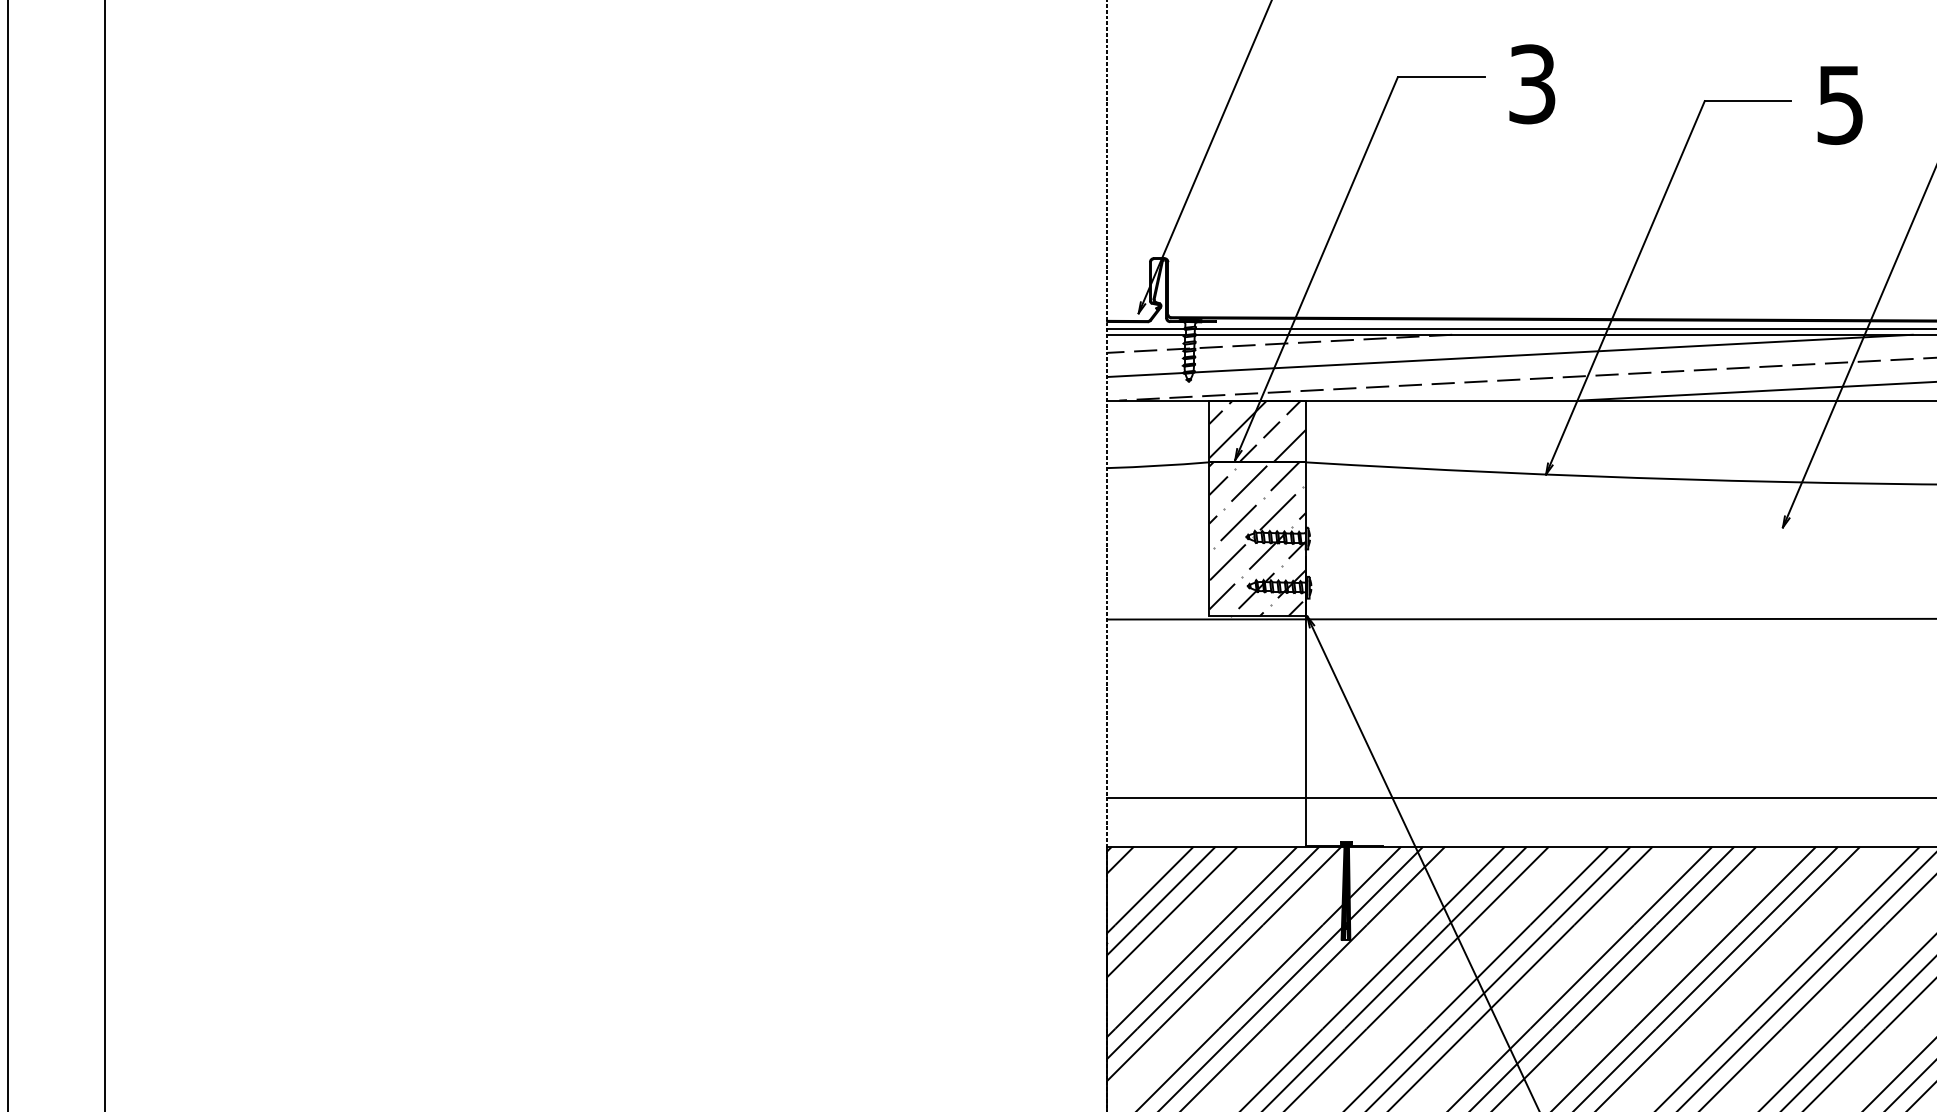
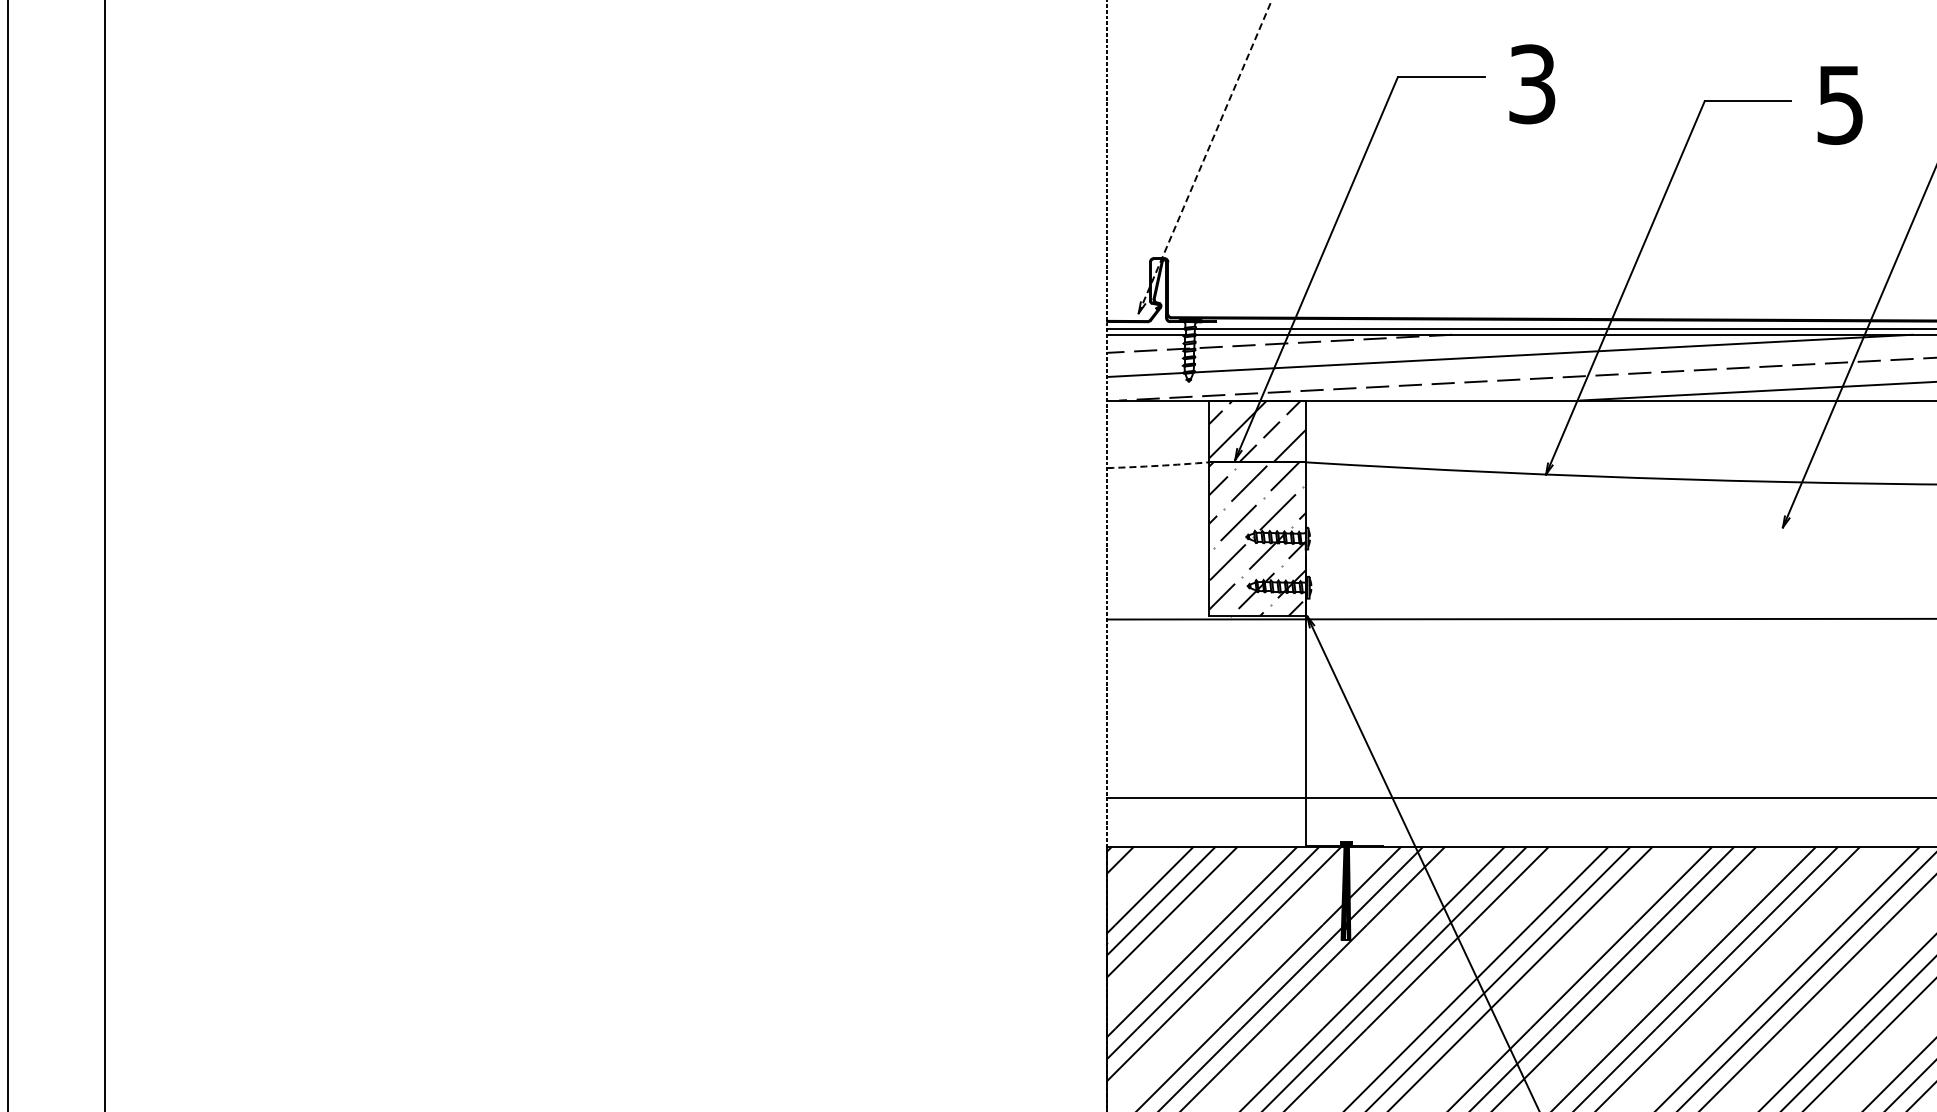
line at (1205, 156): solid -> dashed
arc at (1158, 465): solid -> dashed
